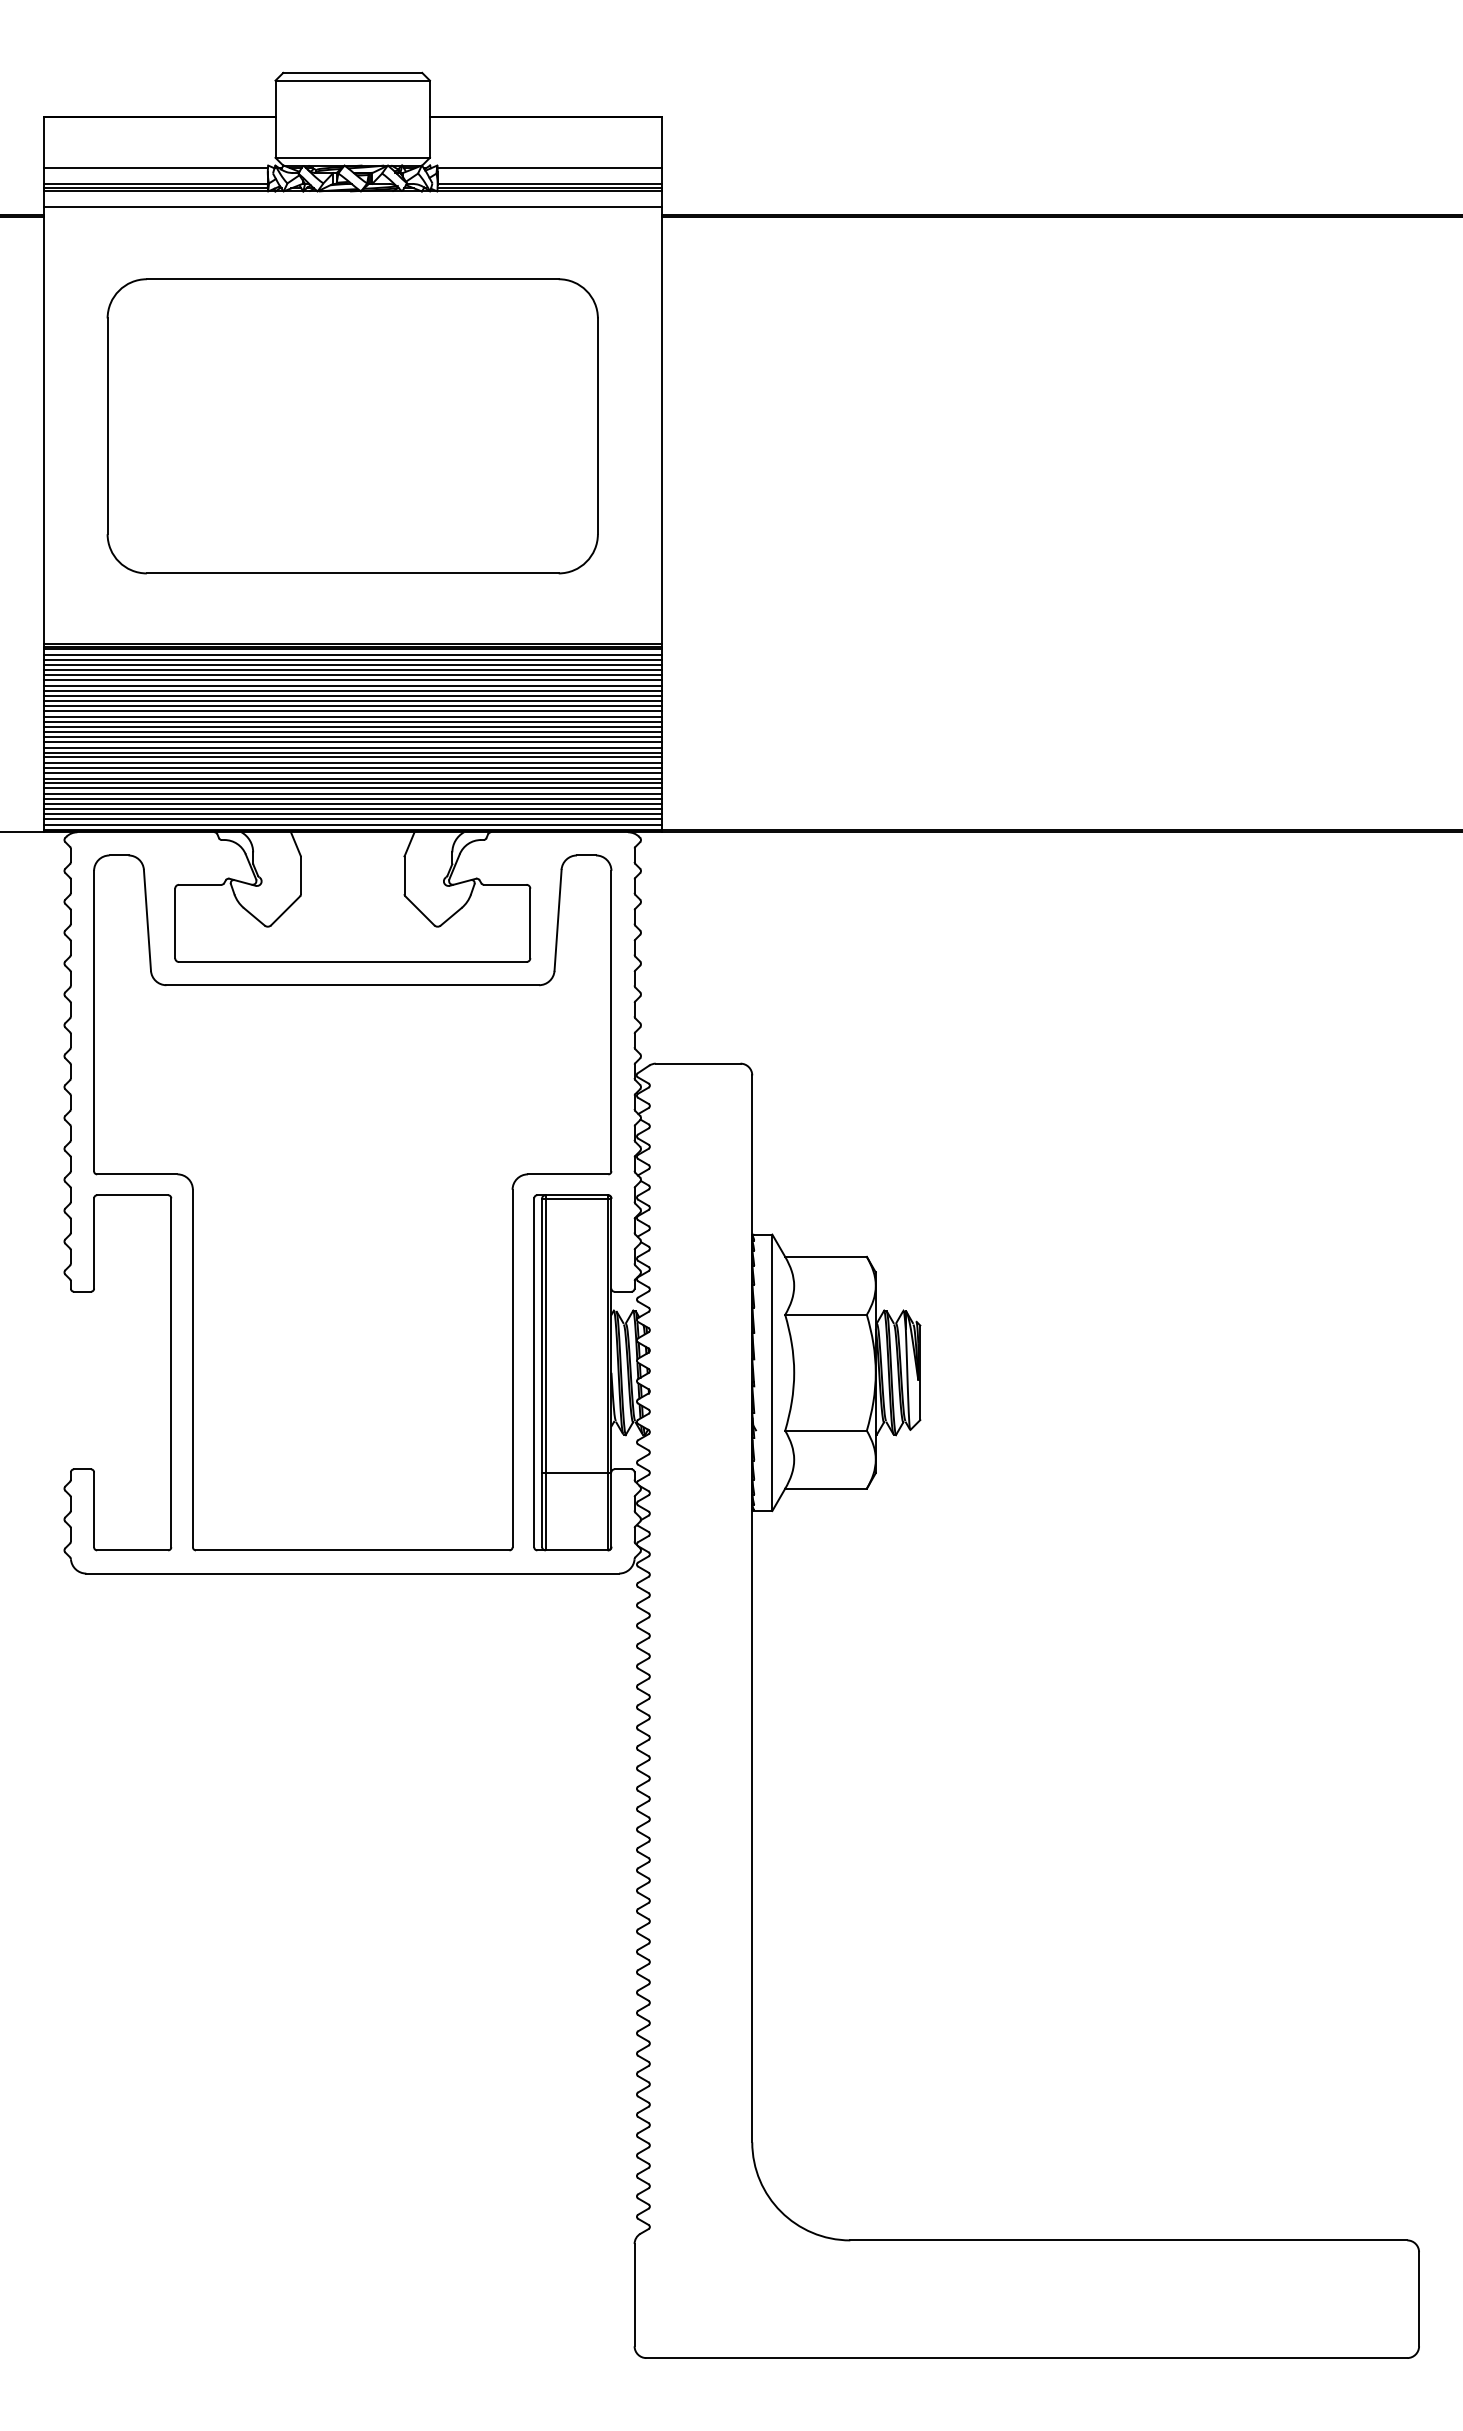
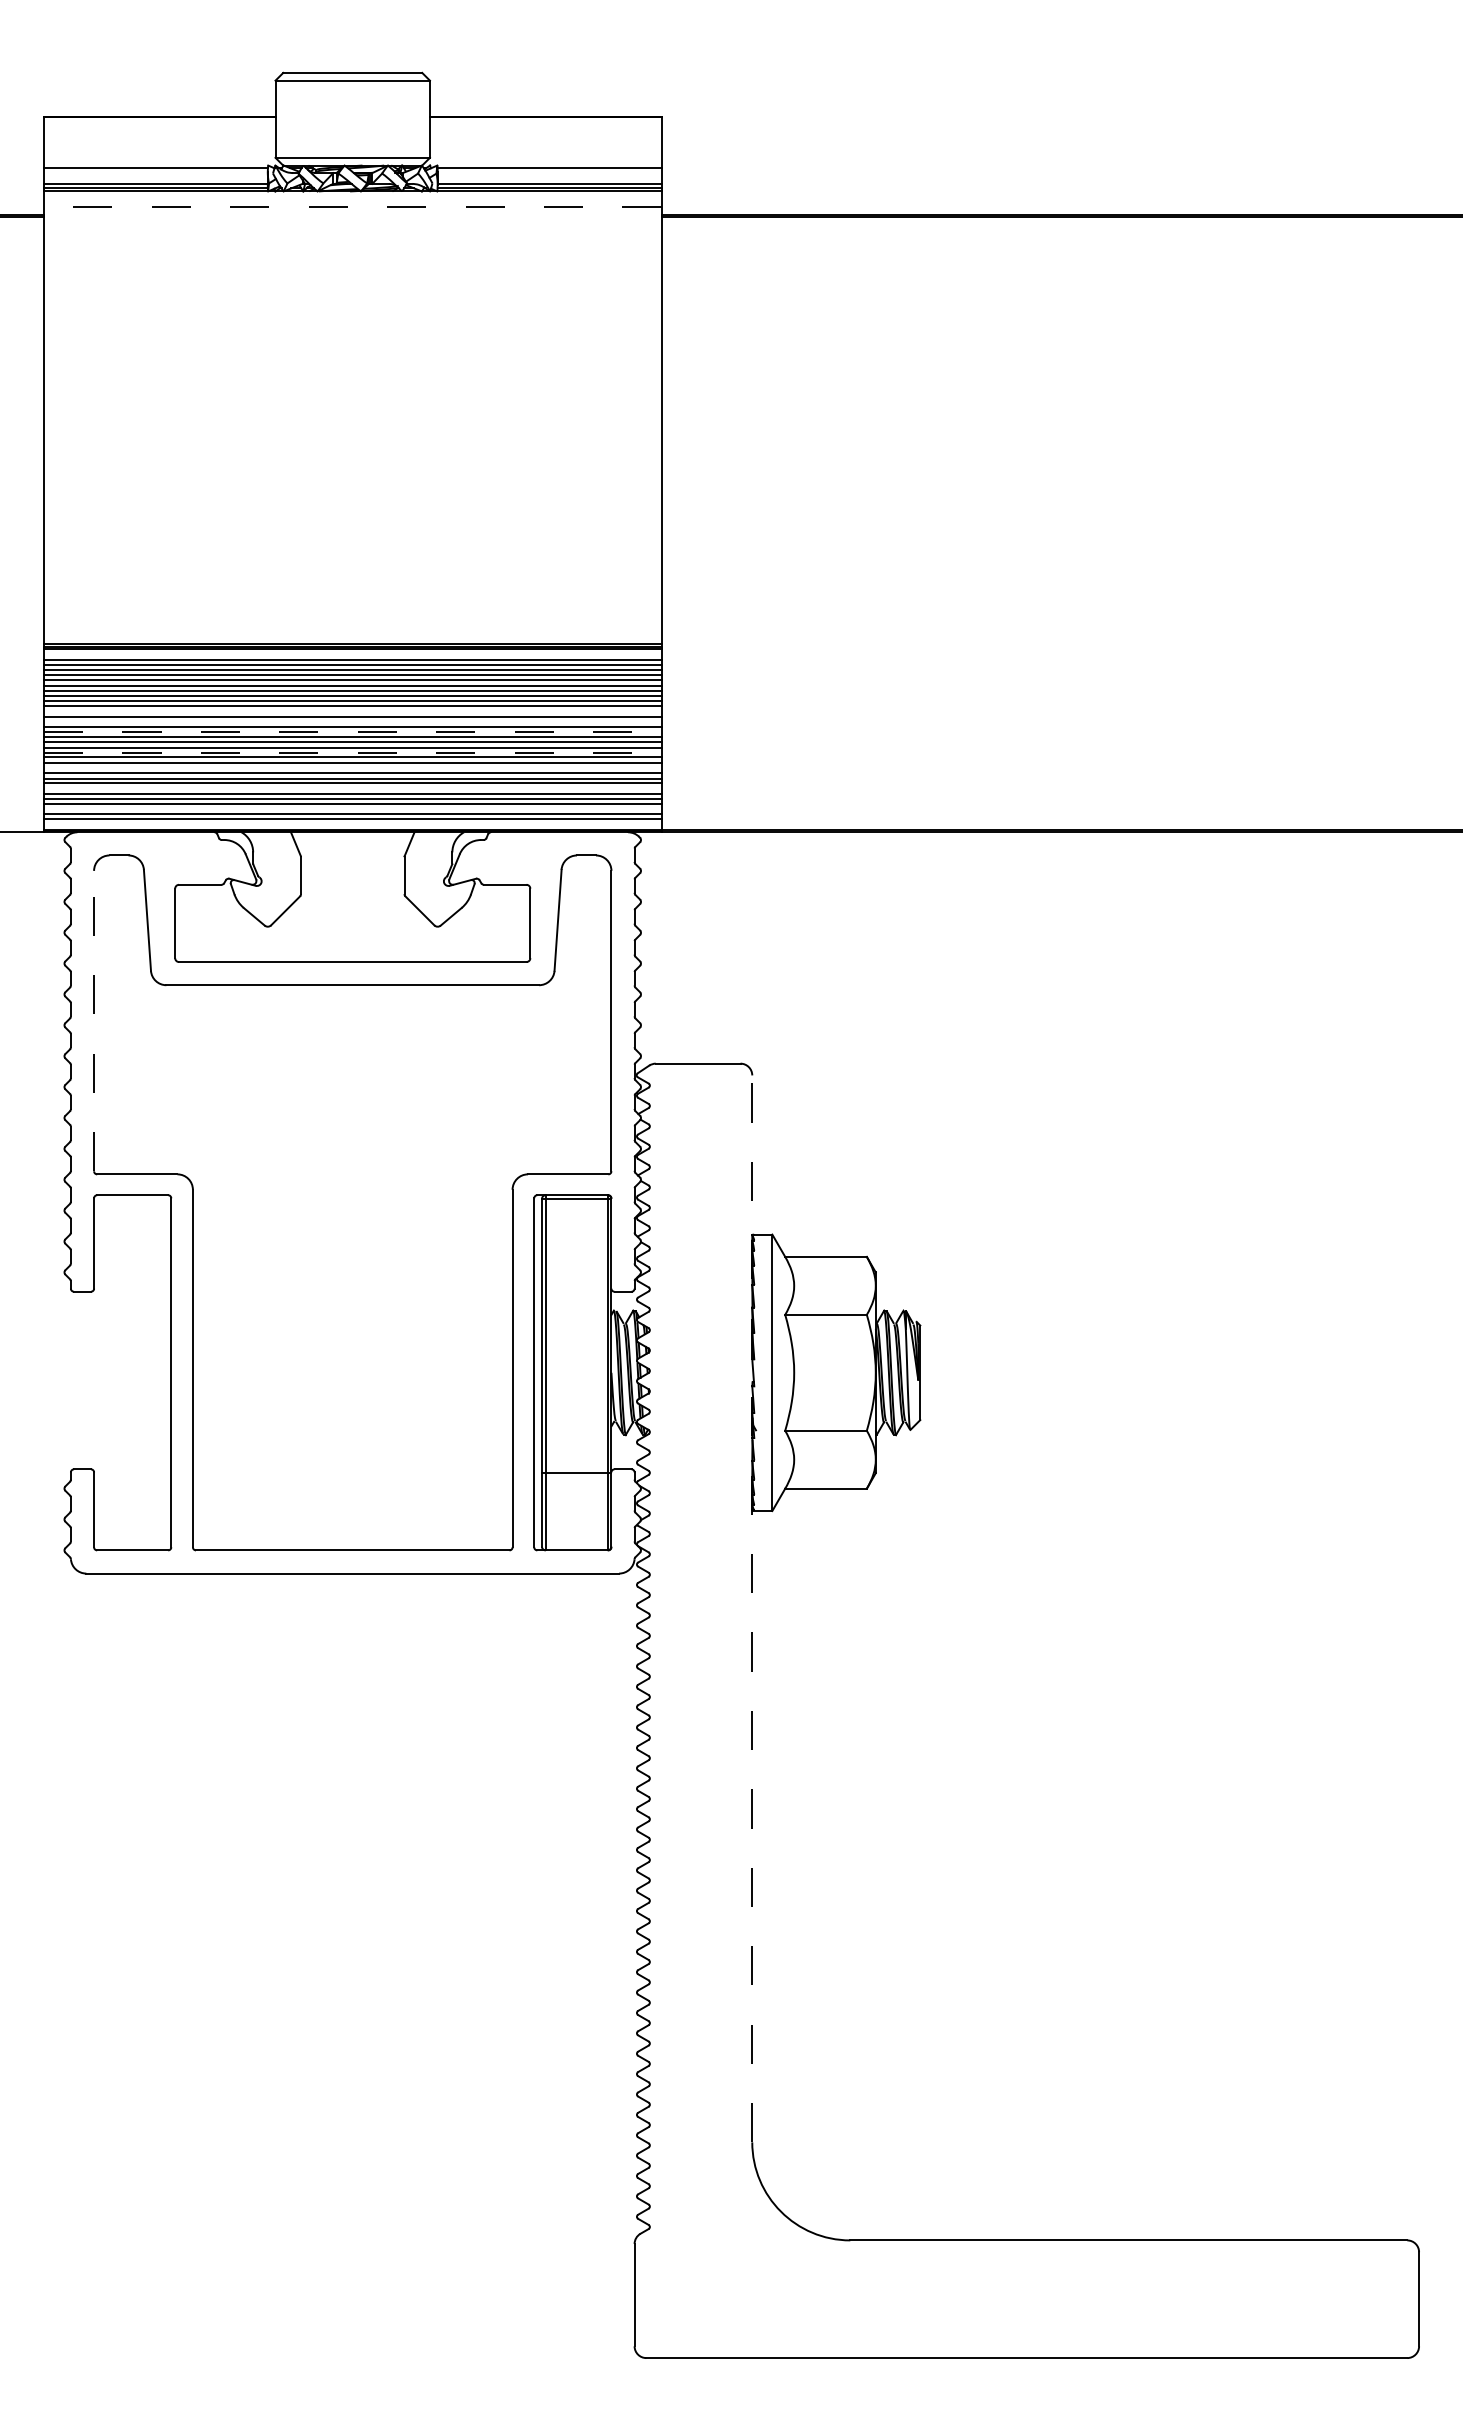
line at (352, 206): solid -> dashed
part at (352, 426): present -> none
line at (352, 654): present -> none
line at (352, 711): present -> none
line at (352, 721): present -> none
line at (352, 732): solid -> dashed
line at (352, 752): solid -> dashed
line at (352, 768): present -> none
line at (352, 788): present -> none
line at (352, 809): present -> none
line at (352, 824): present -> none
line at (94, 1020): solid -> dashed
line at (752, 1608): solid -> dashed
